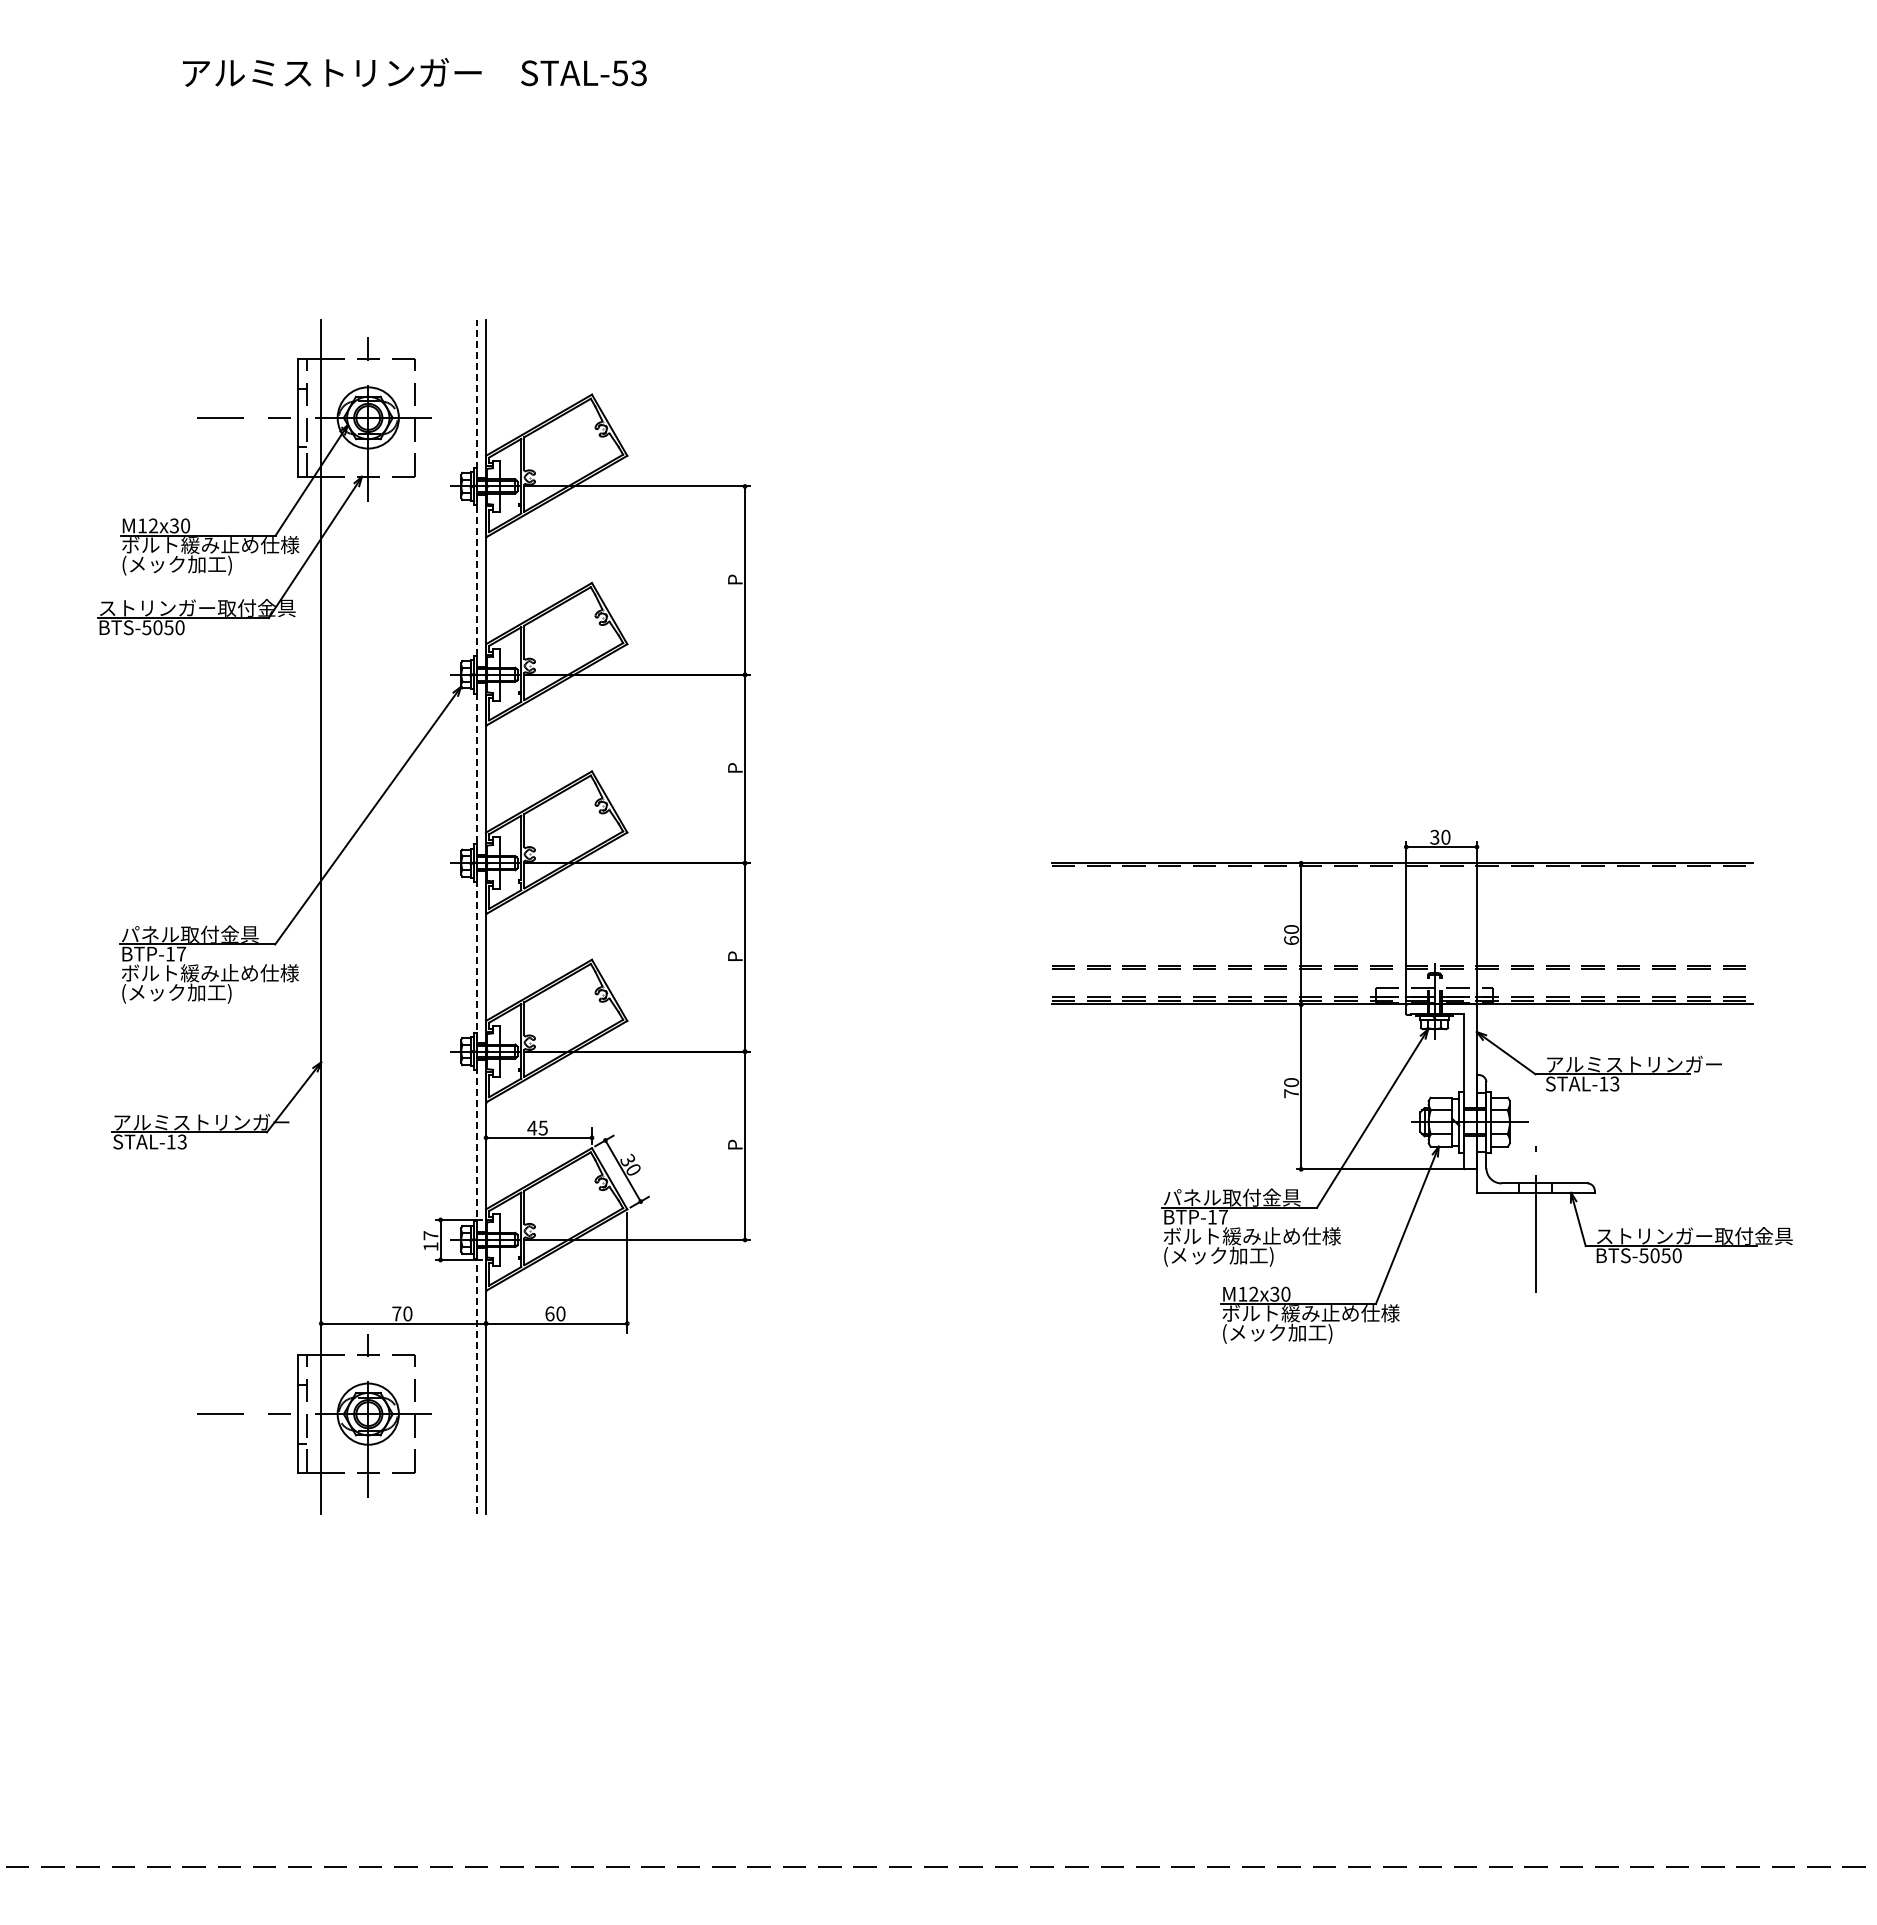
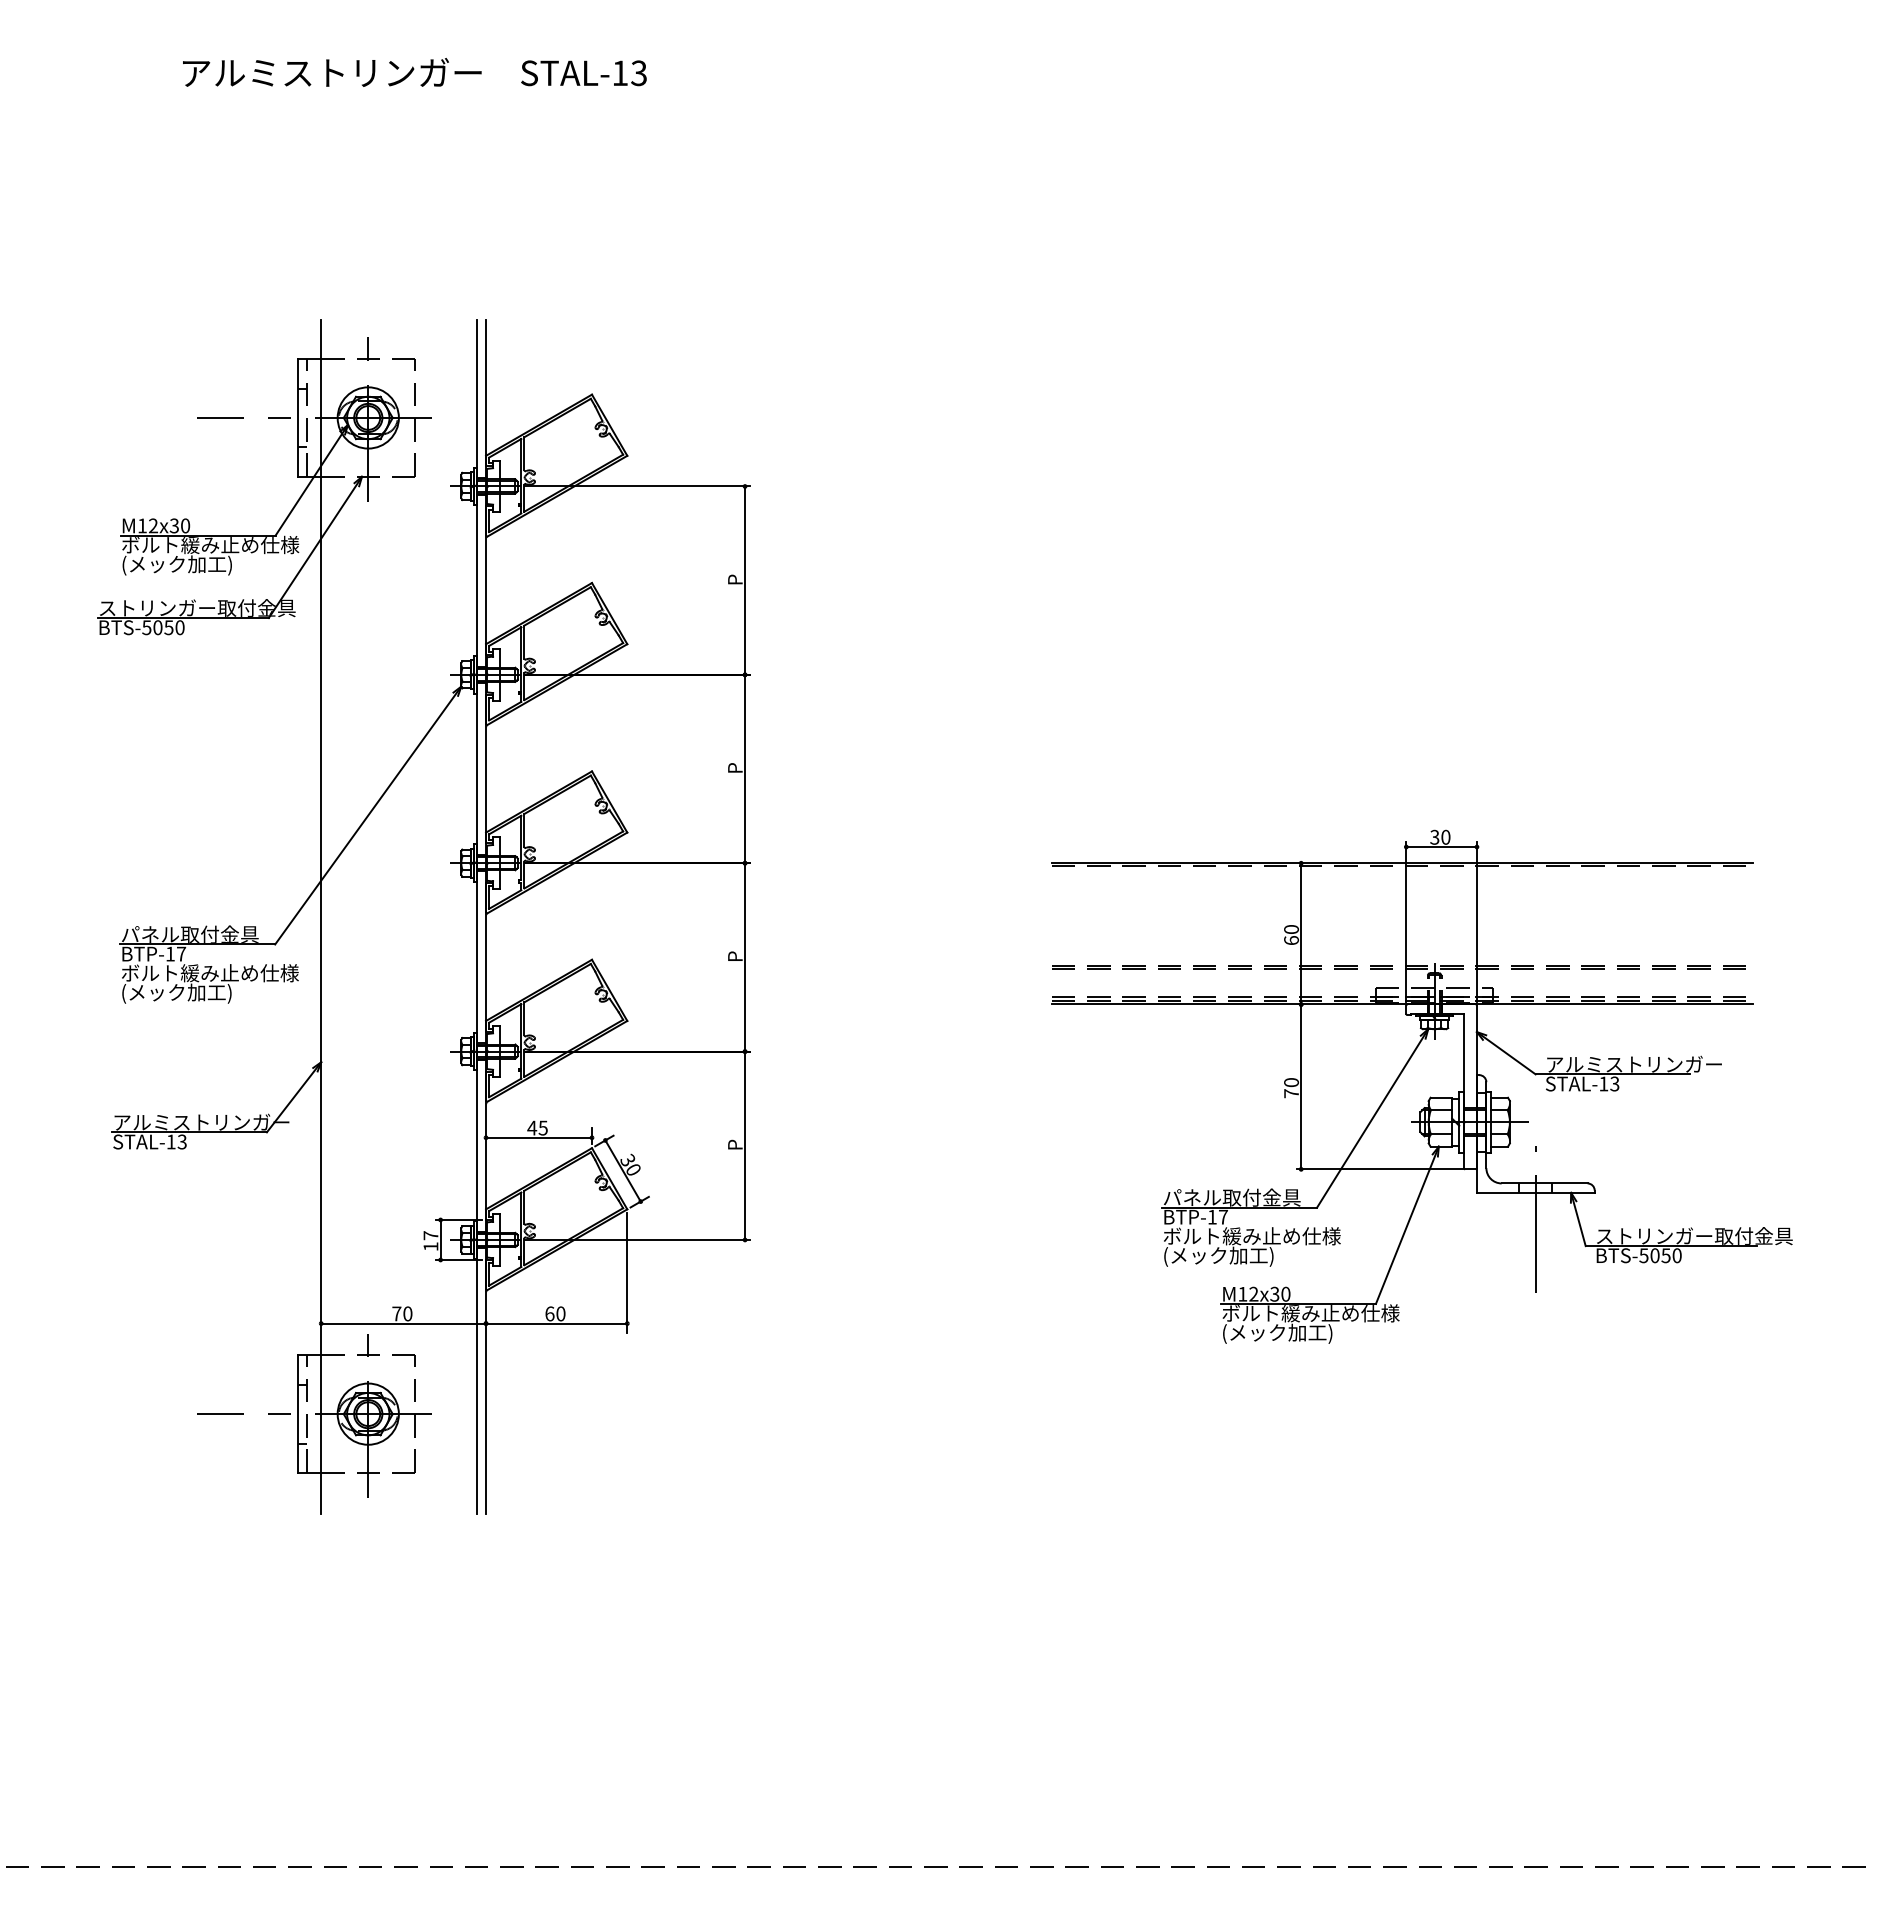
text at (619, 73): STAL-53 -> STAL-13
line at (476, 917): dashed -> solid
